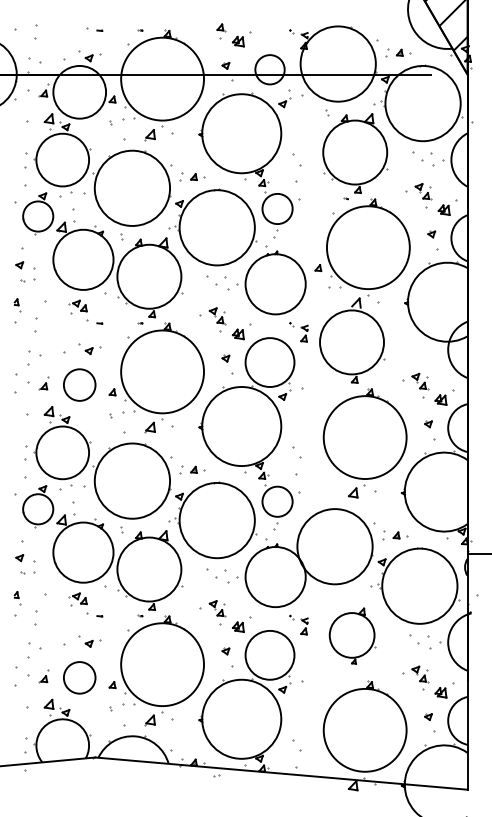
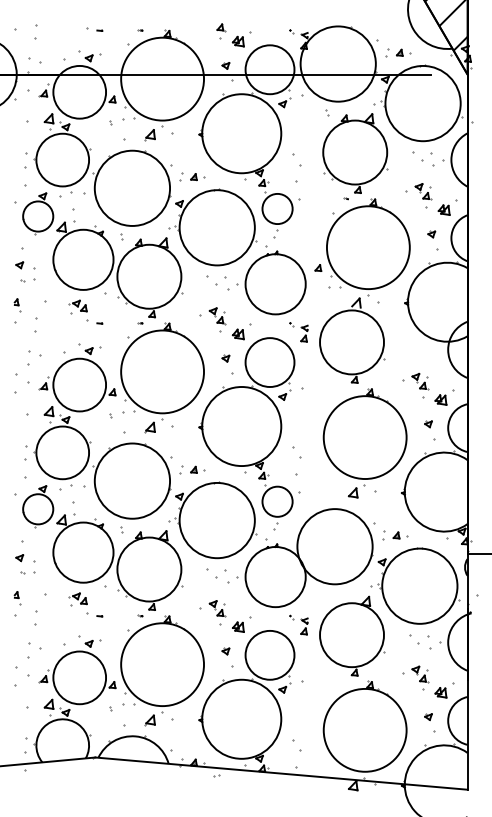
circle at (269, 69) diameter: 29 px -> 49 px
circle at (79, 384) diameter: 32 px -> 53 px
part at (352, 635) size: 49x58 px -> 67x82 px
circle at (79, 677) diameter: 32 px -> 53 px
